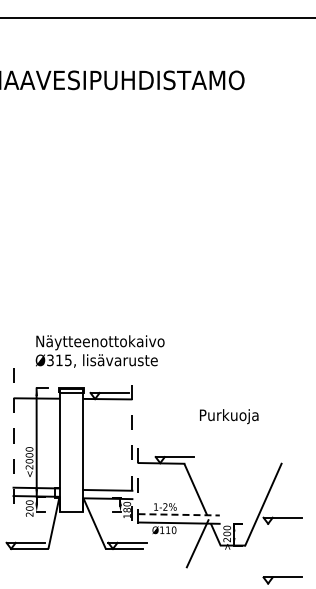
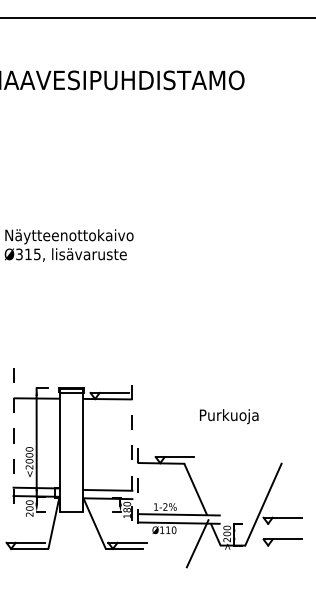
text at (99, 351) position: (99, 351) -> (68, 245)
line at (179, 514): dashed -> solid
part at (282, 580) position: (282, 580) -> (282, 542)
